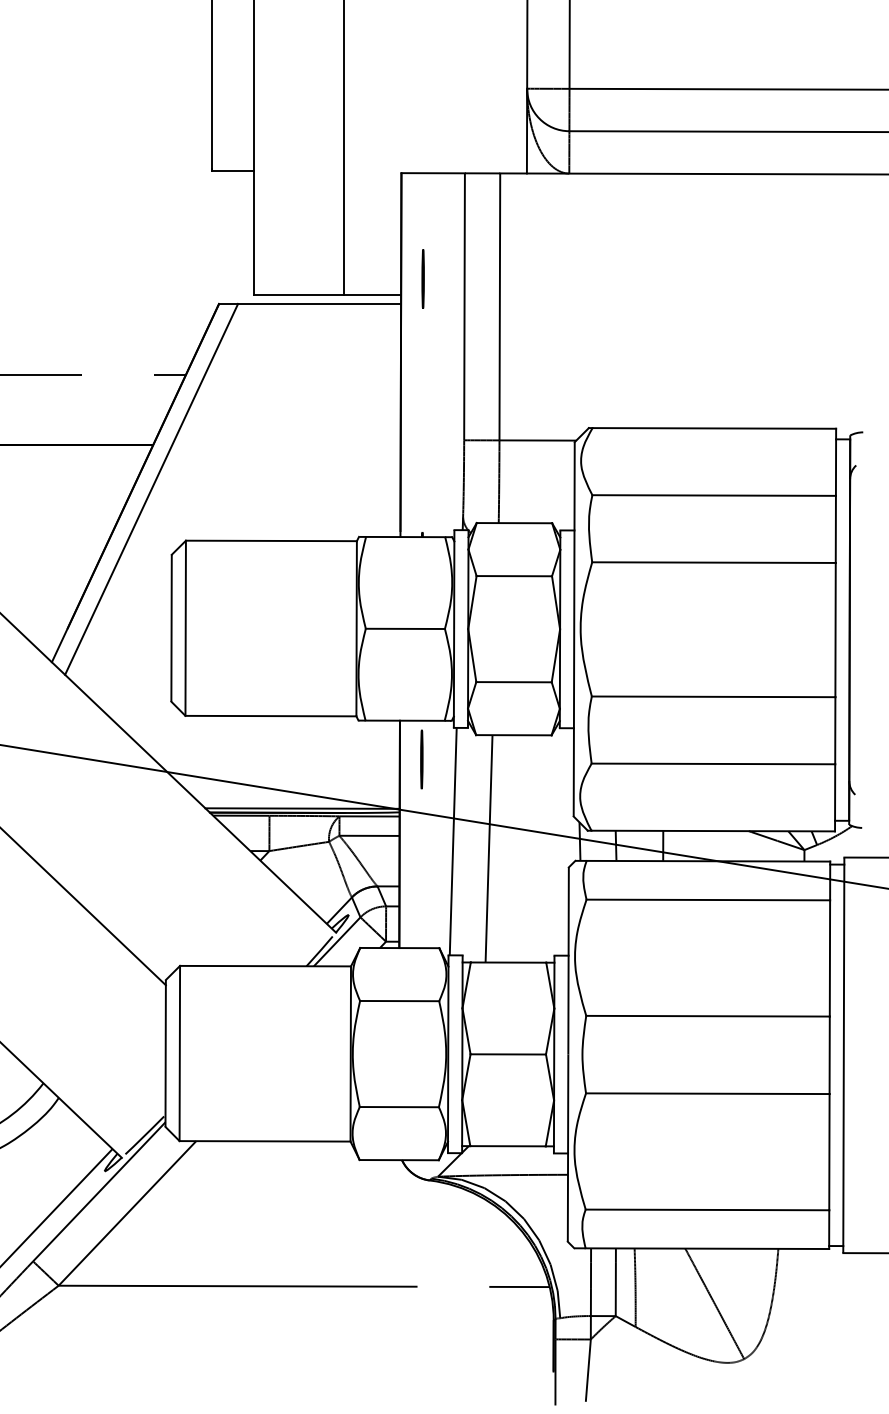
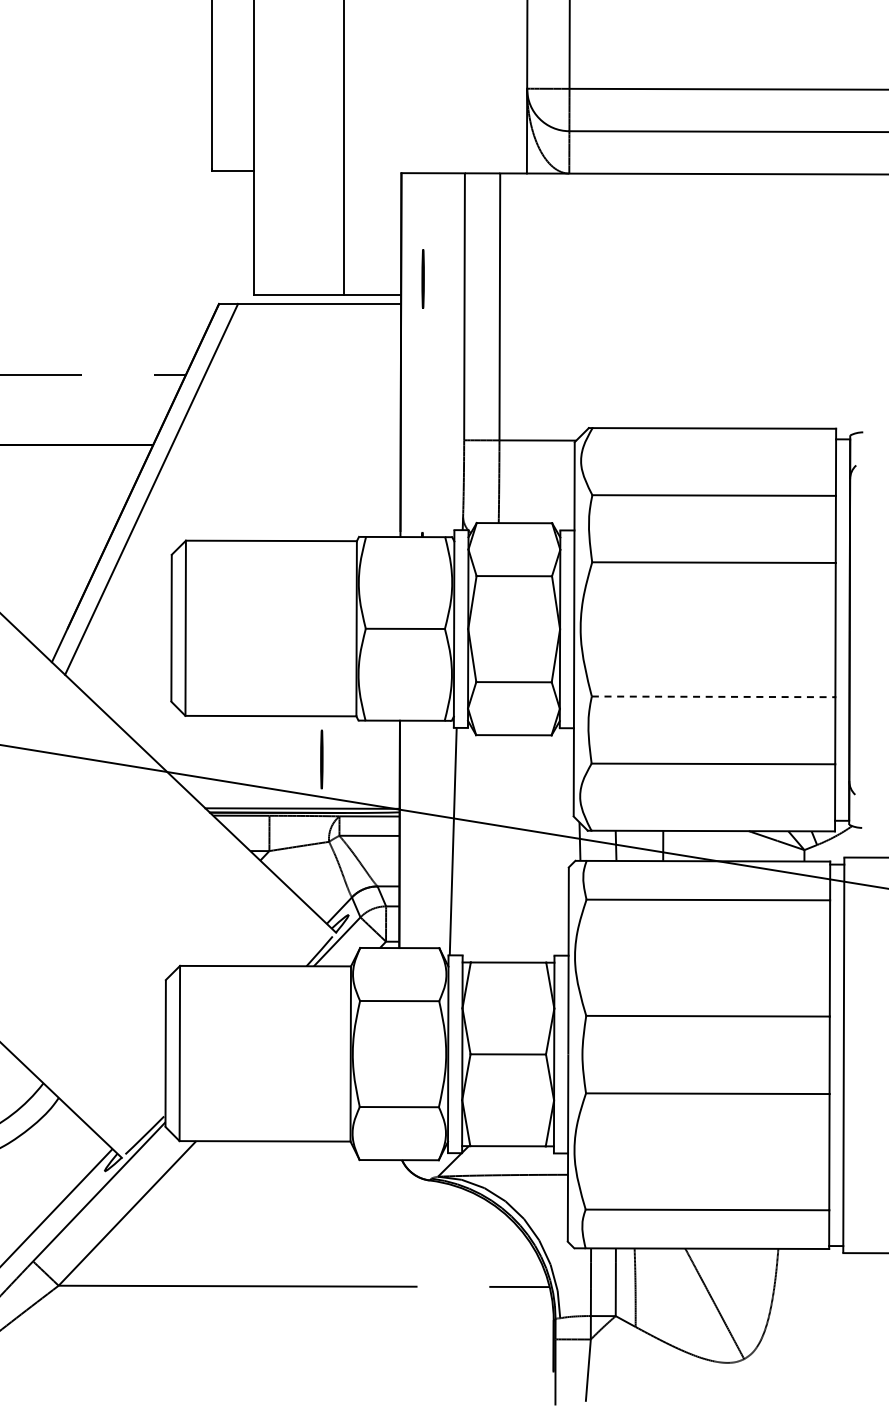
line at (713, 696): solid -> dashed
line at (421, 759) position: (421, 759) -> (321, 759)
line at (488, 848): present -> none
line at (83, 907): present -> none
